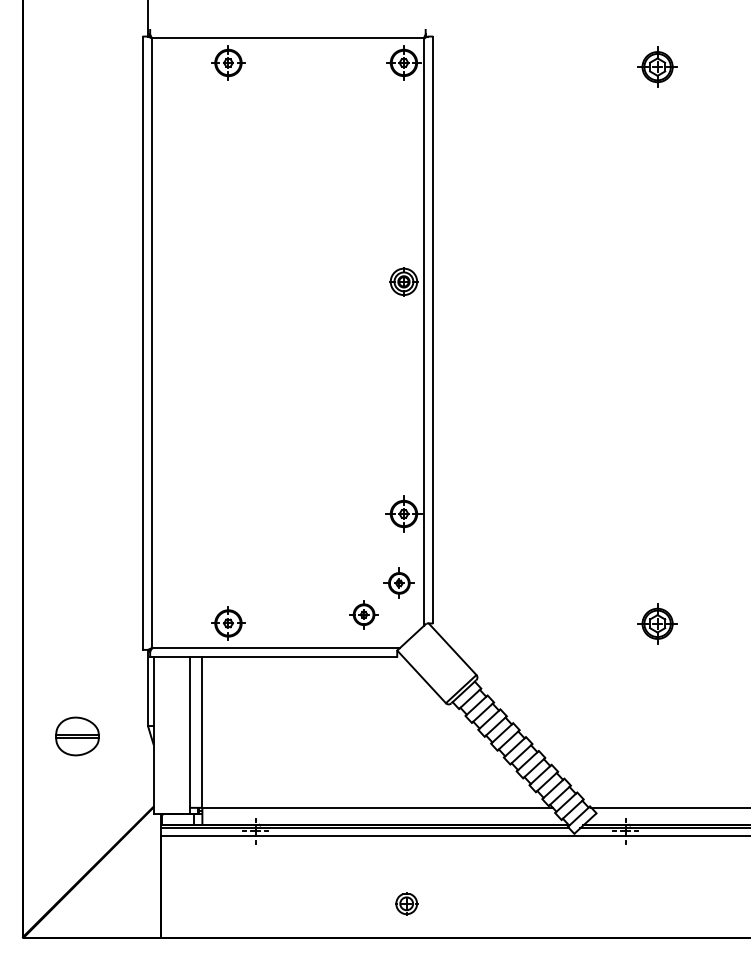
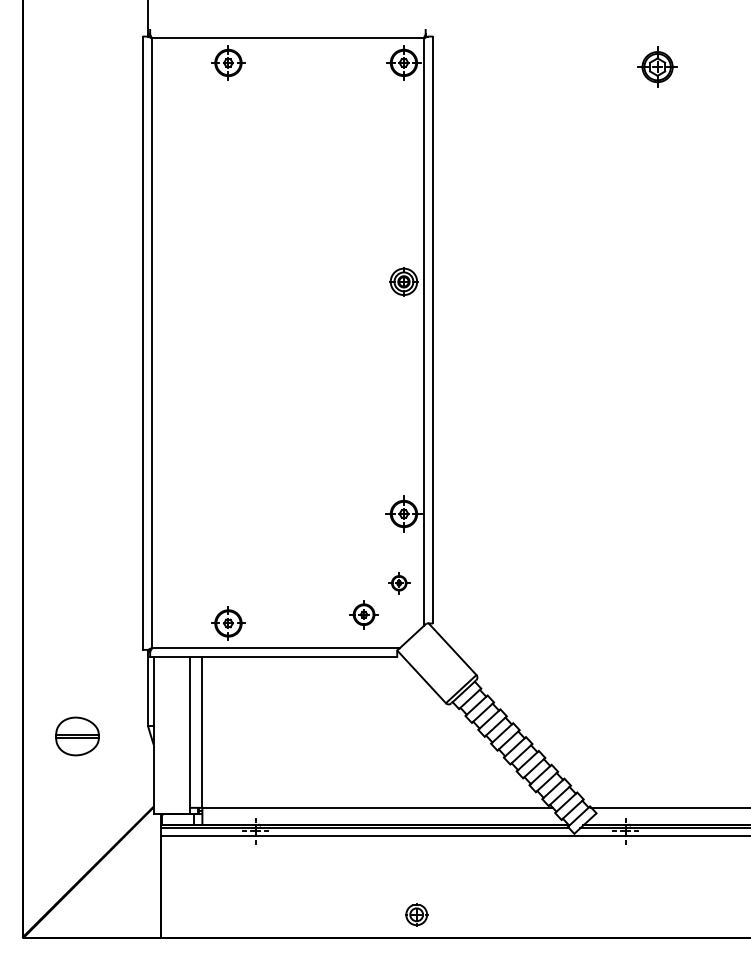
part at (398, 582) size: 32x32 px -> 23x23 px
part at (657, 623): present -> none
part at (406, 903) position: (406, 903) -> (416, 914)
